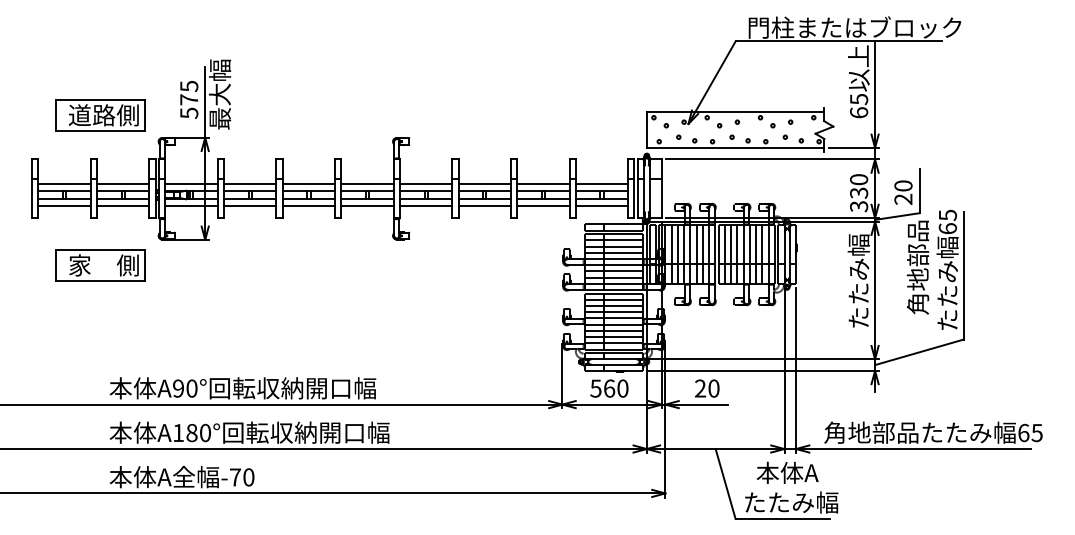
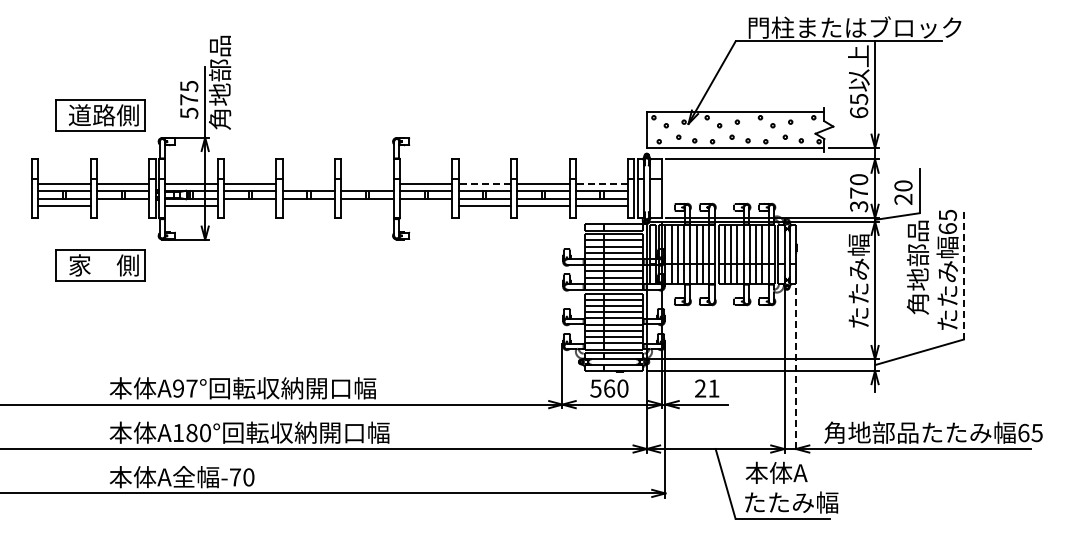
text at (219, 82): 最大幅 -> 角地部品
line at (308, 184): present -> none
line at (367, 184): present -> none
line at (484, 184): solid -> dashed
line at (601, 184): solid -> dashed
text at (859, 192): 330 -> 370
line at (123, 205): present -> none
line at (250, 205): present -> none
line at (308, 205): present -> none
line at (367, 205): present -> none
line at (425, 205): present -> none
line at (963, 275): solid -> dashed
line at (796, 370): solid -> dashed
text at (191, 388): A90° -> A97°
text at (713, 388): 20 -> 21
text at (787, 472) position: (787, 472) -> (776, 472)
